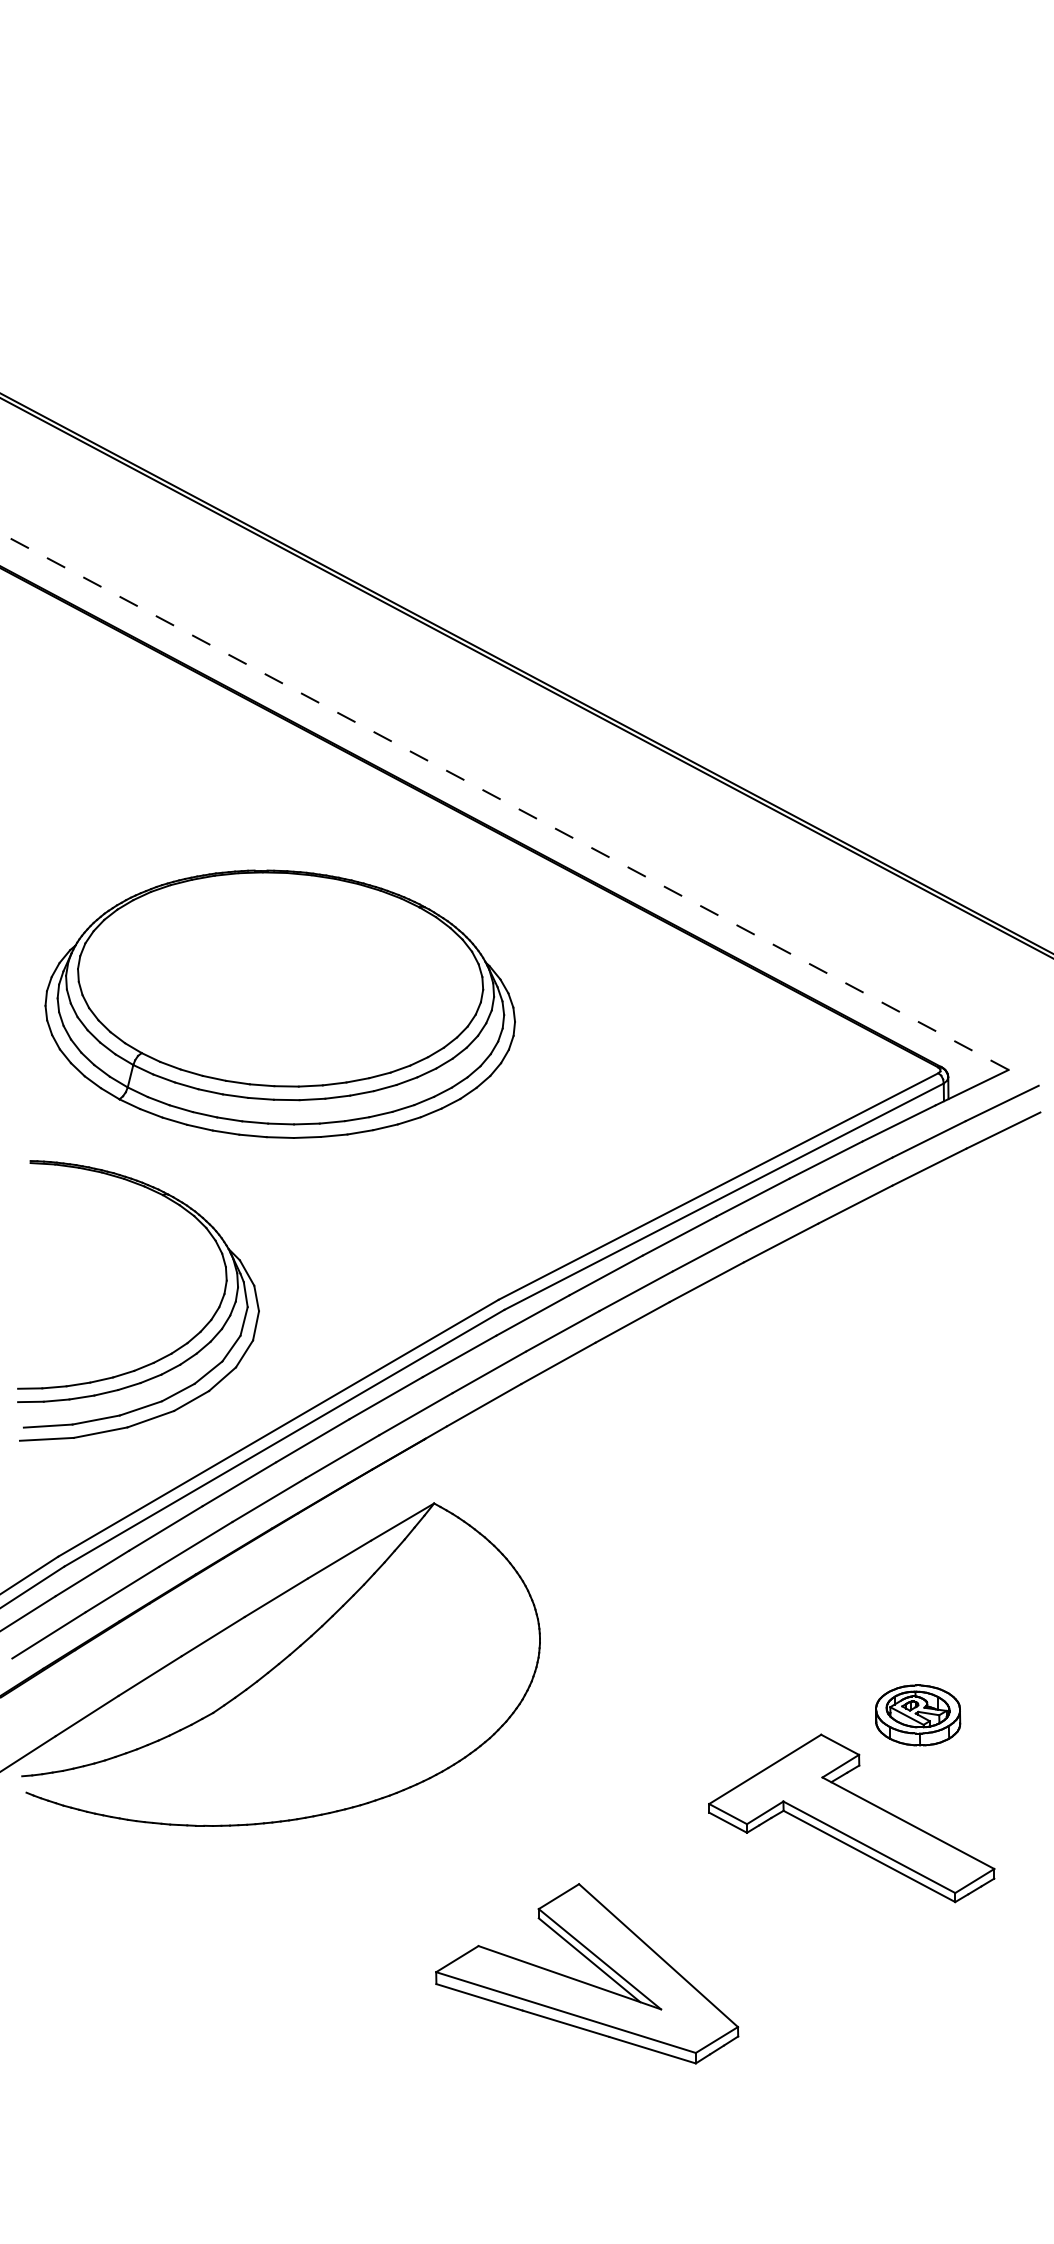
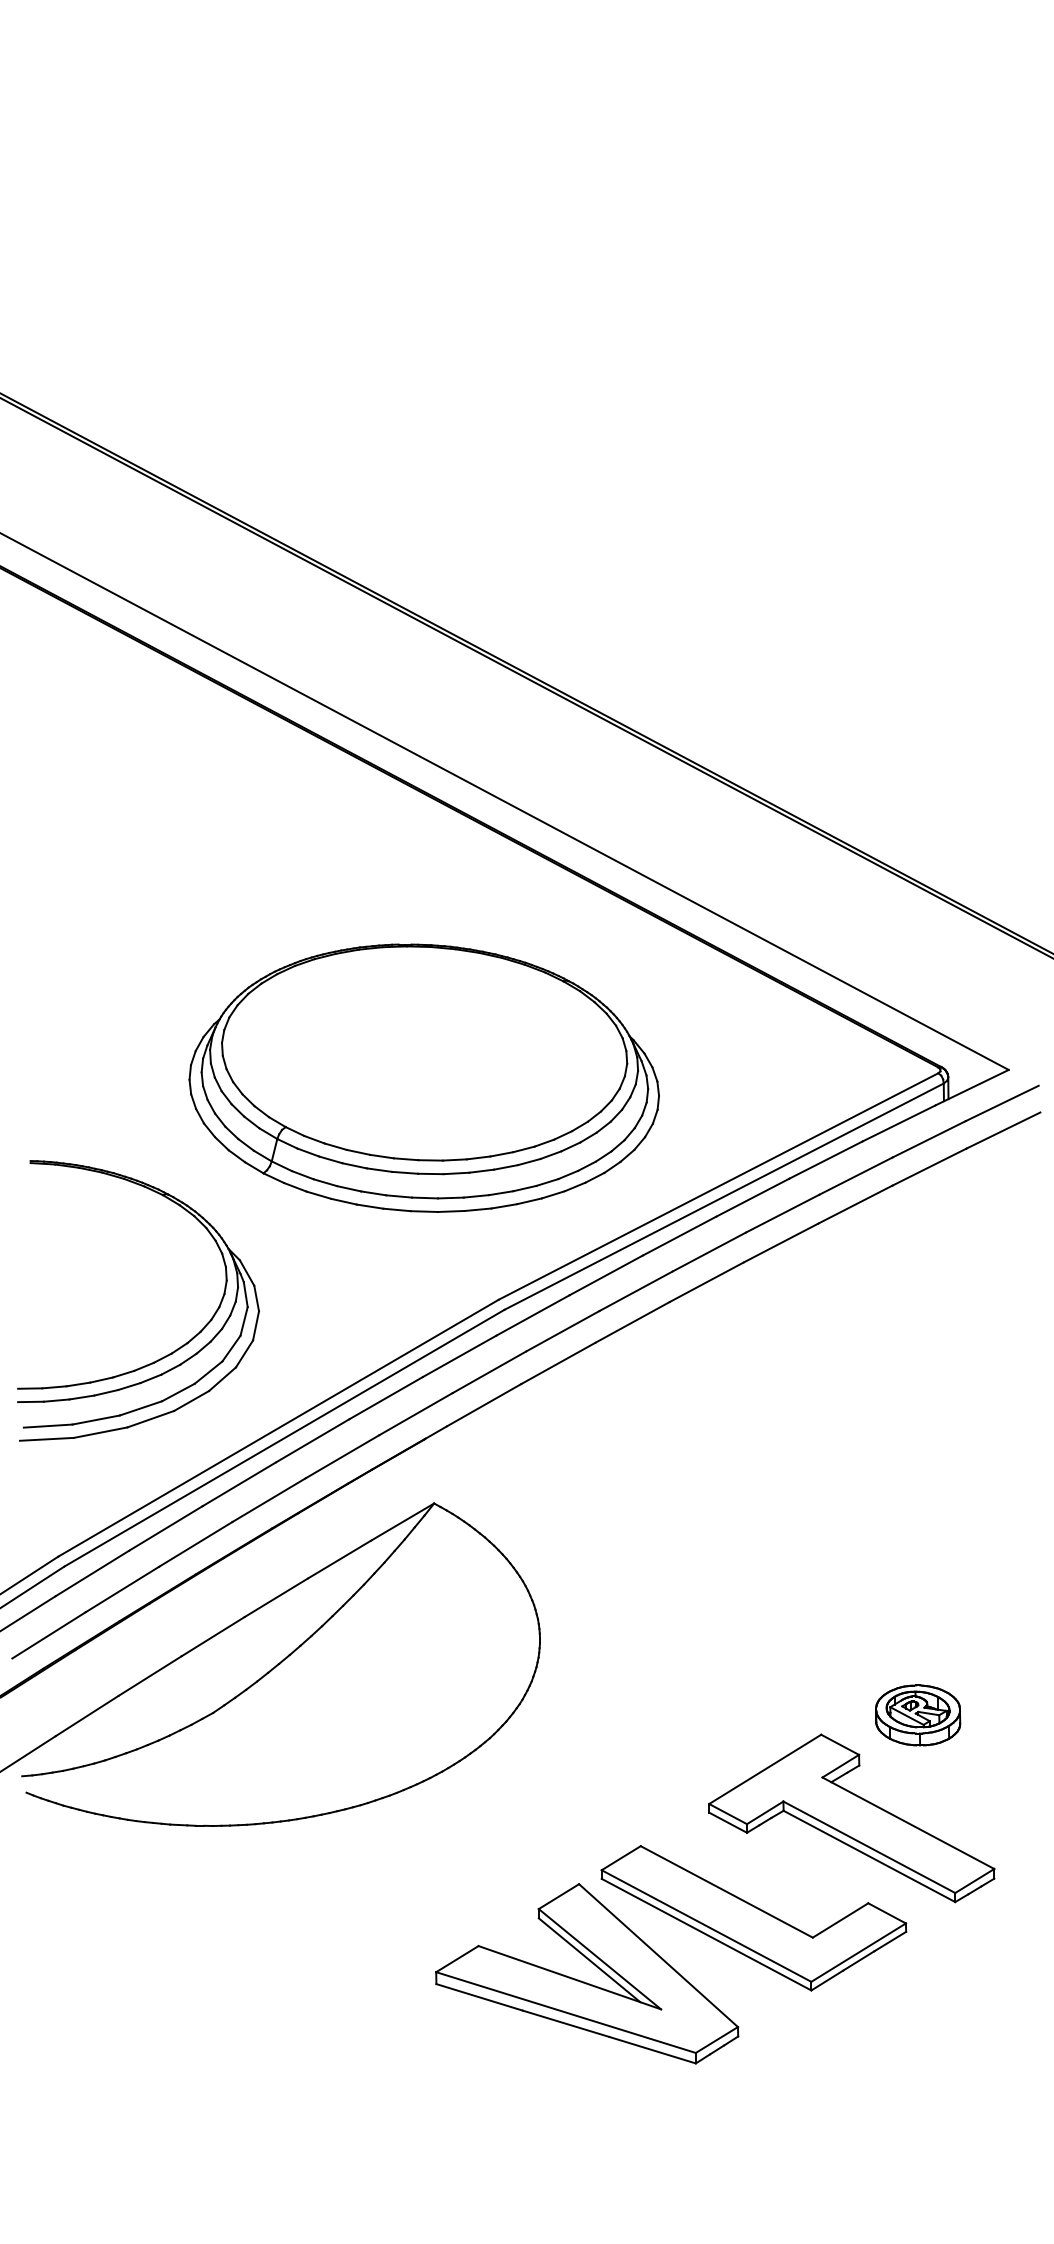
line at (504, 801): dashed -> solid
part at (279, 1003) position: (279, 1003) -> (423, 1077)
part at (753, 1918): none -> present
